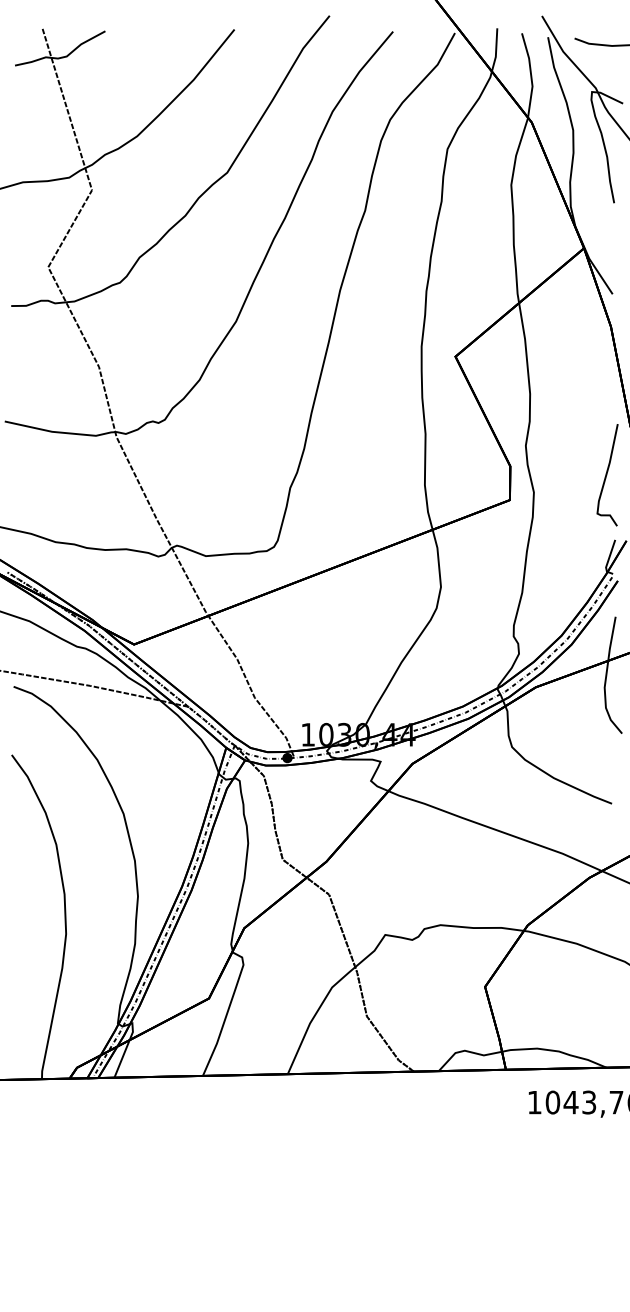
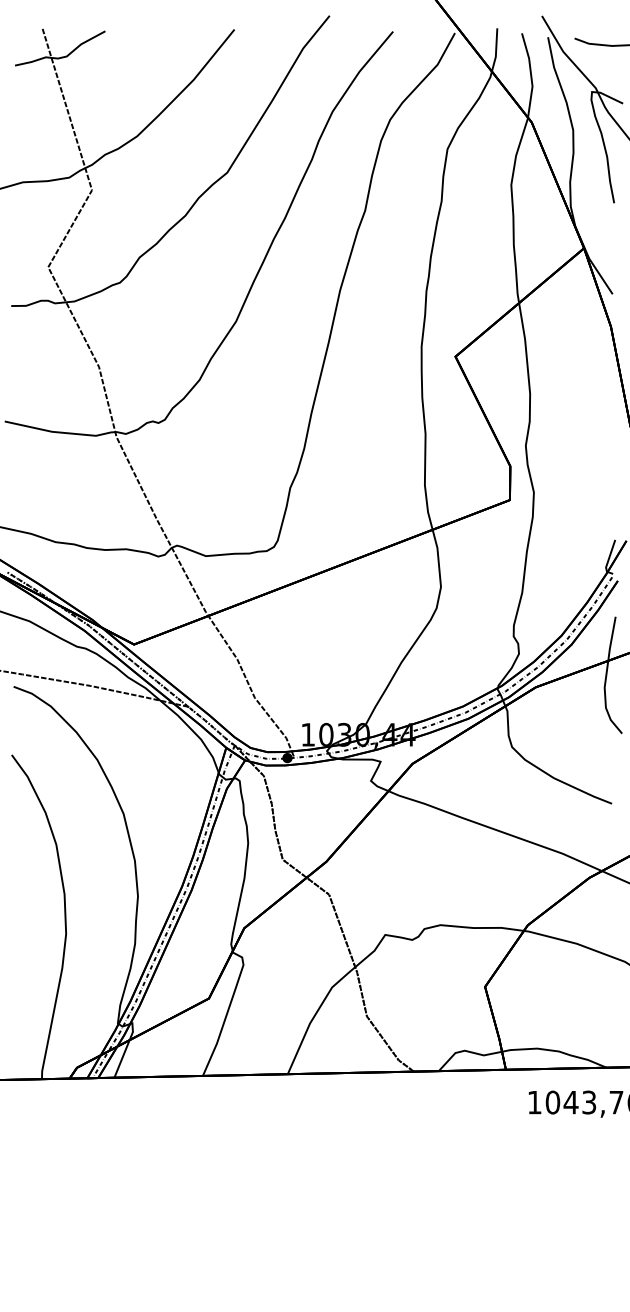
curve at (607, 475): present -> none
